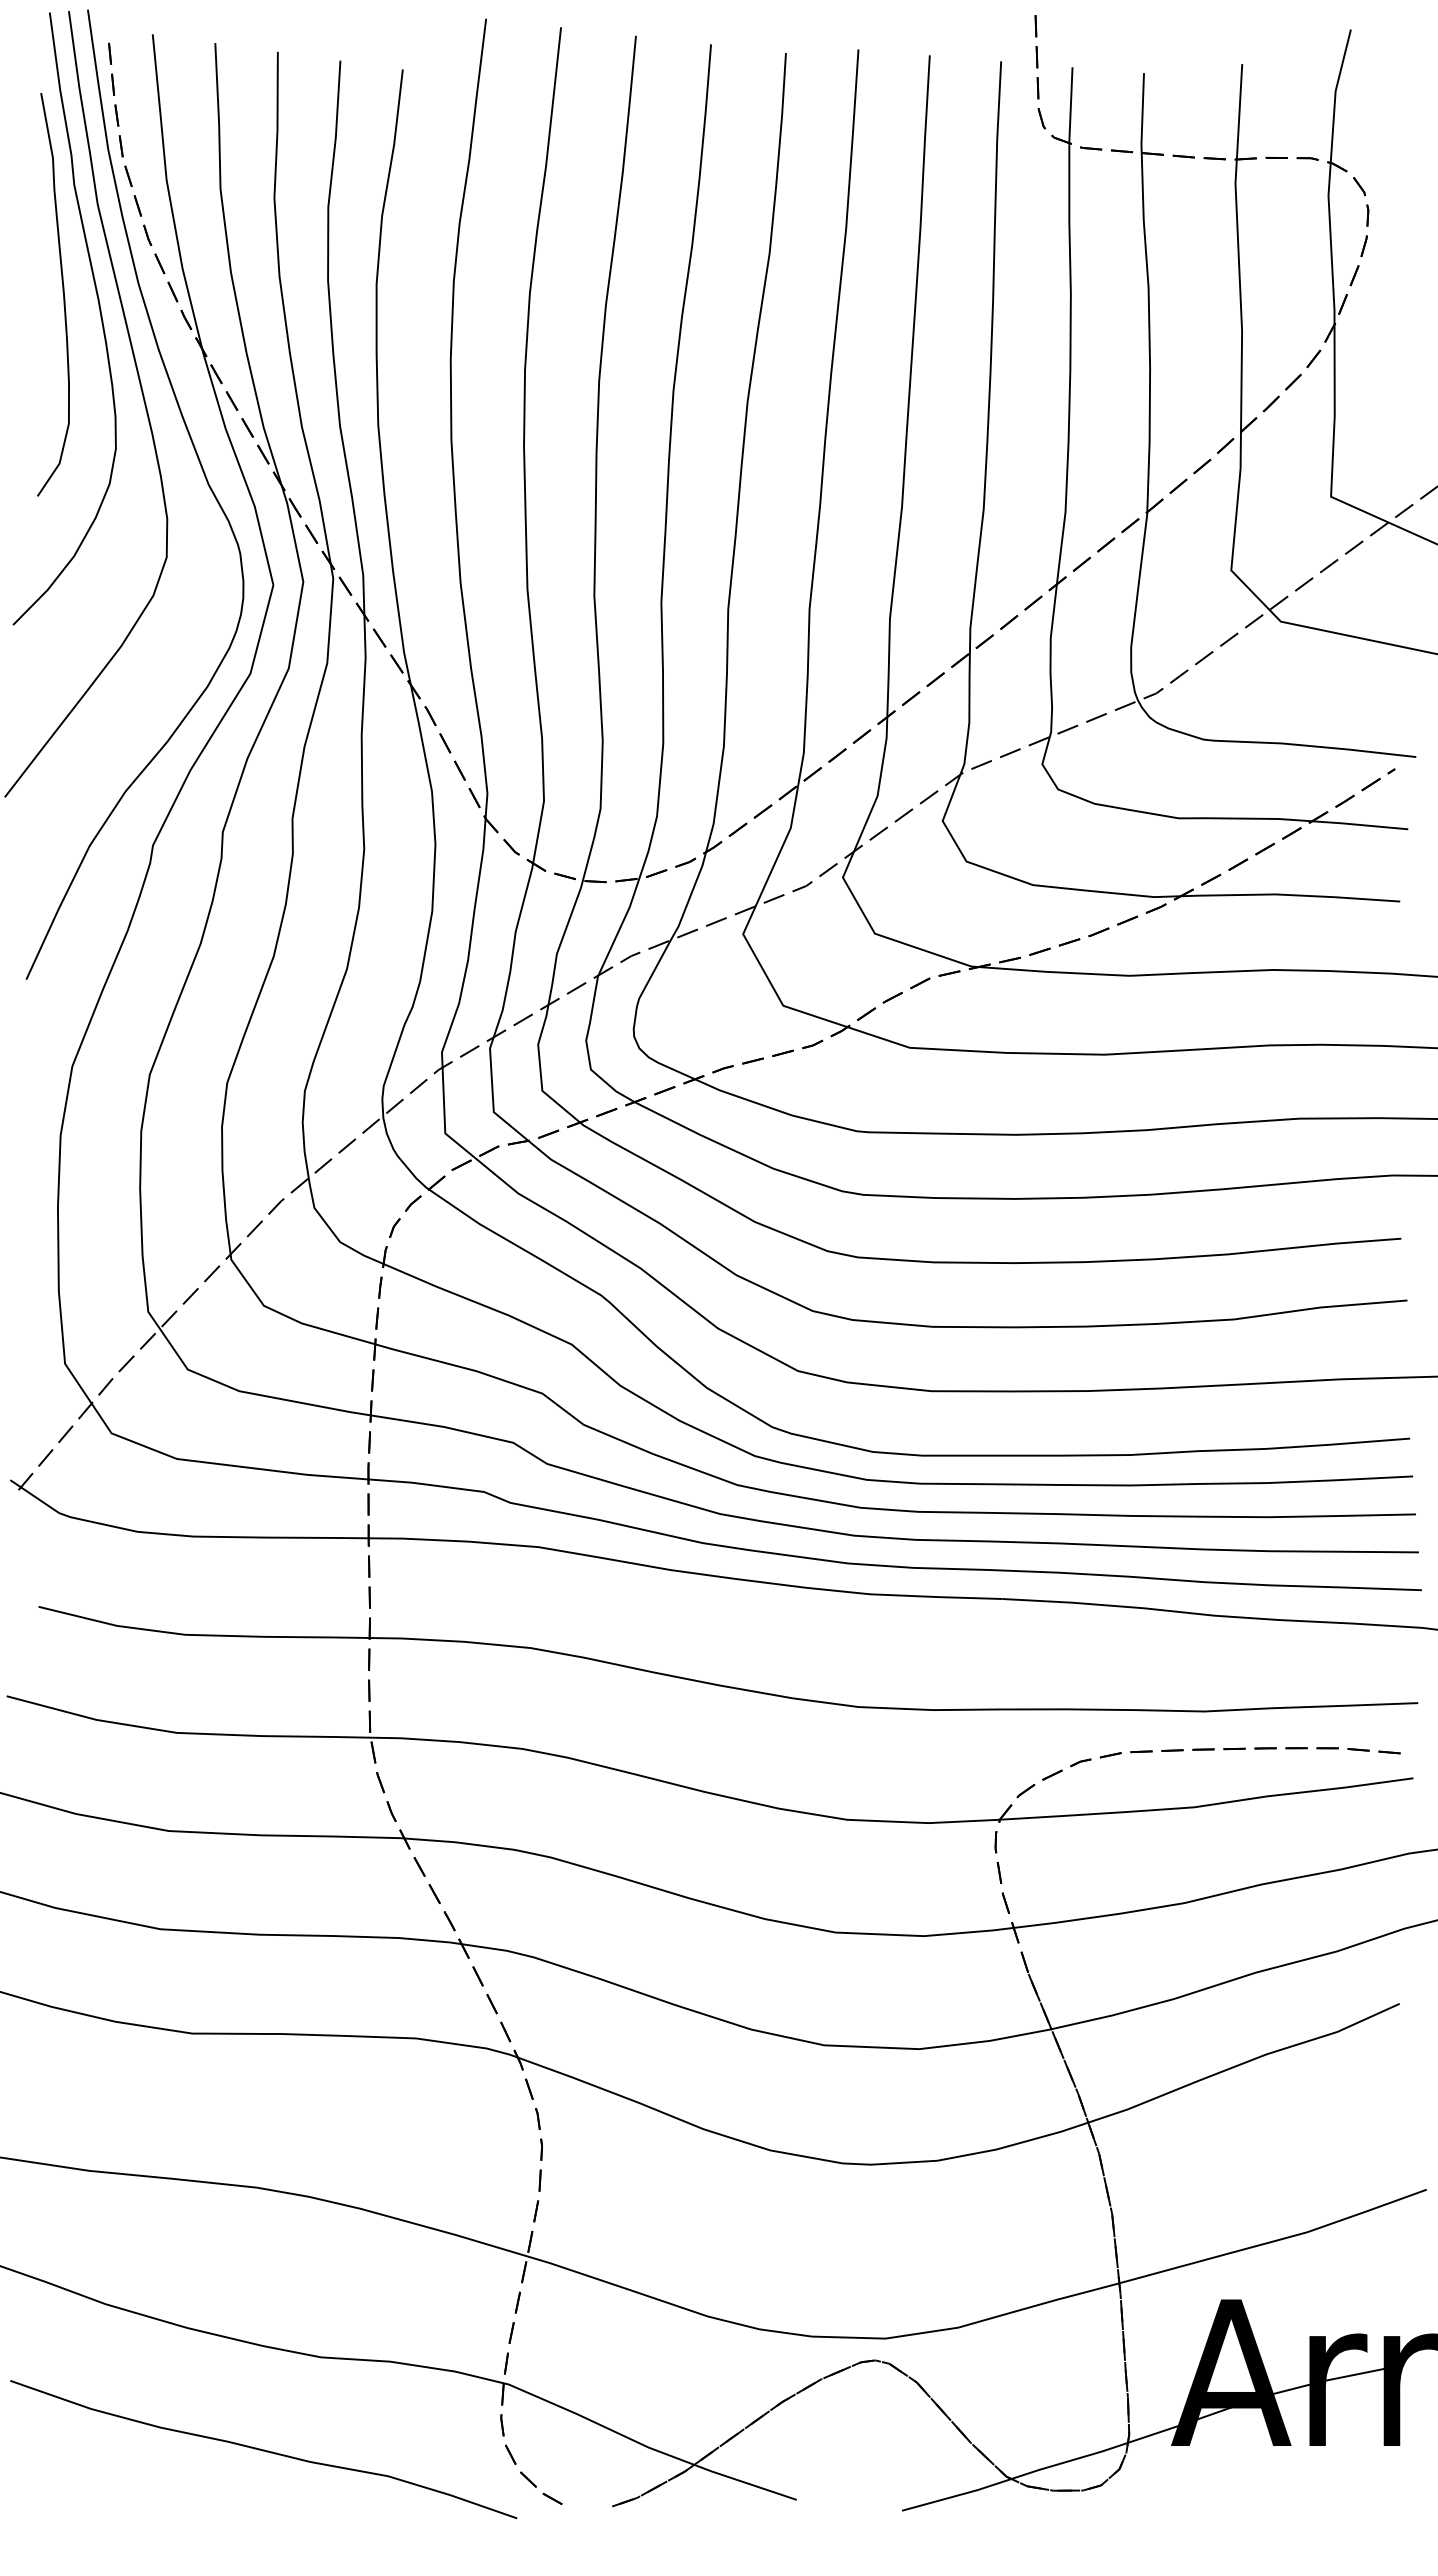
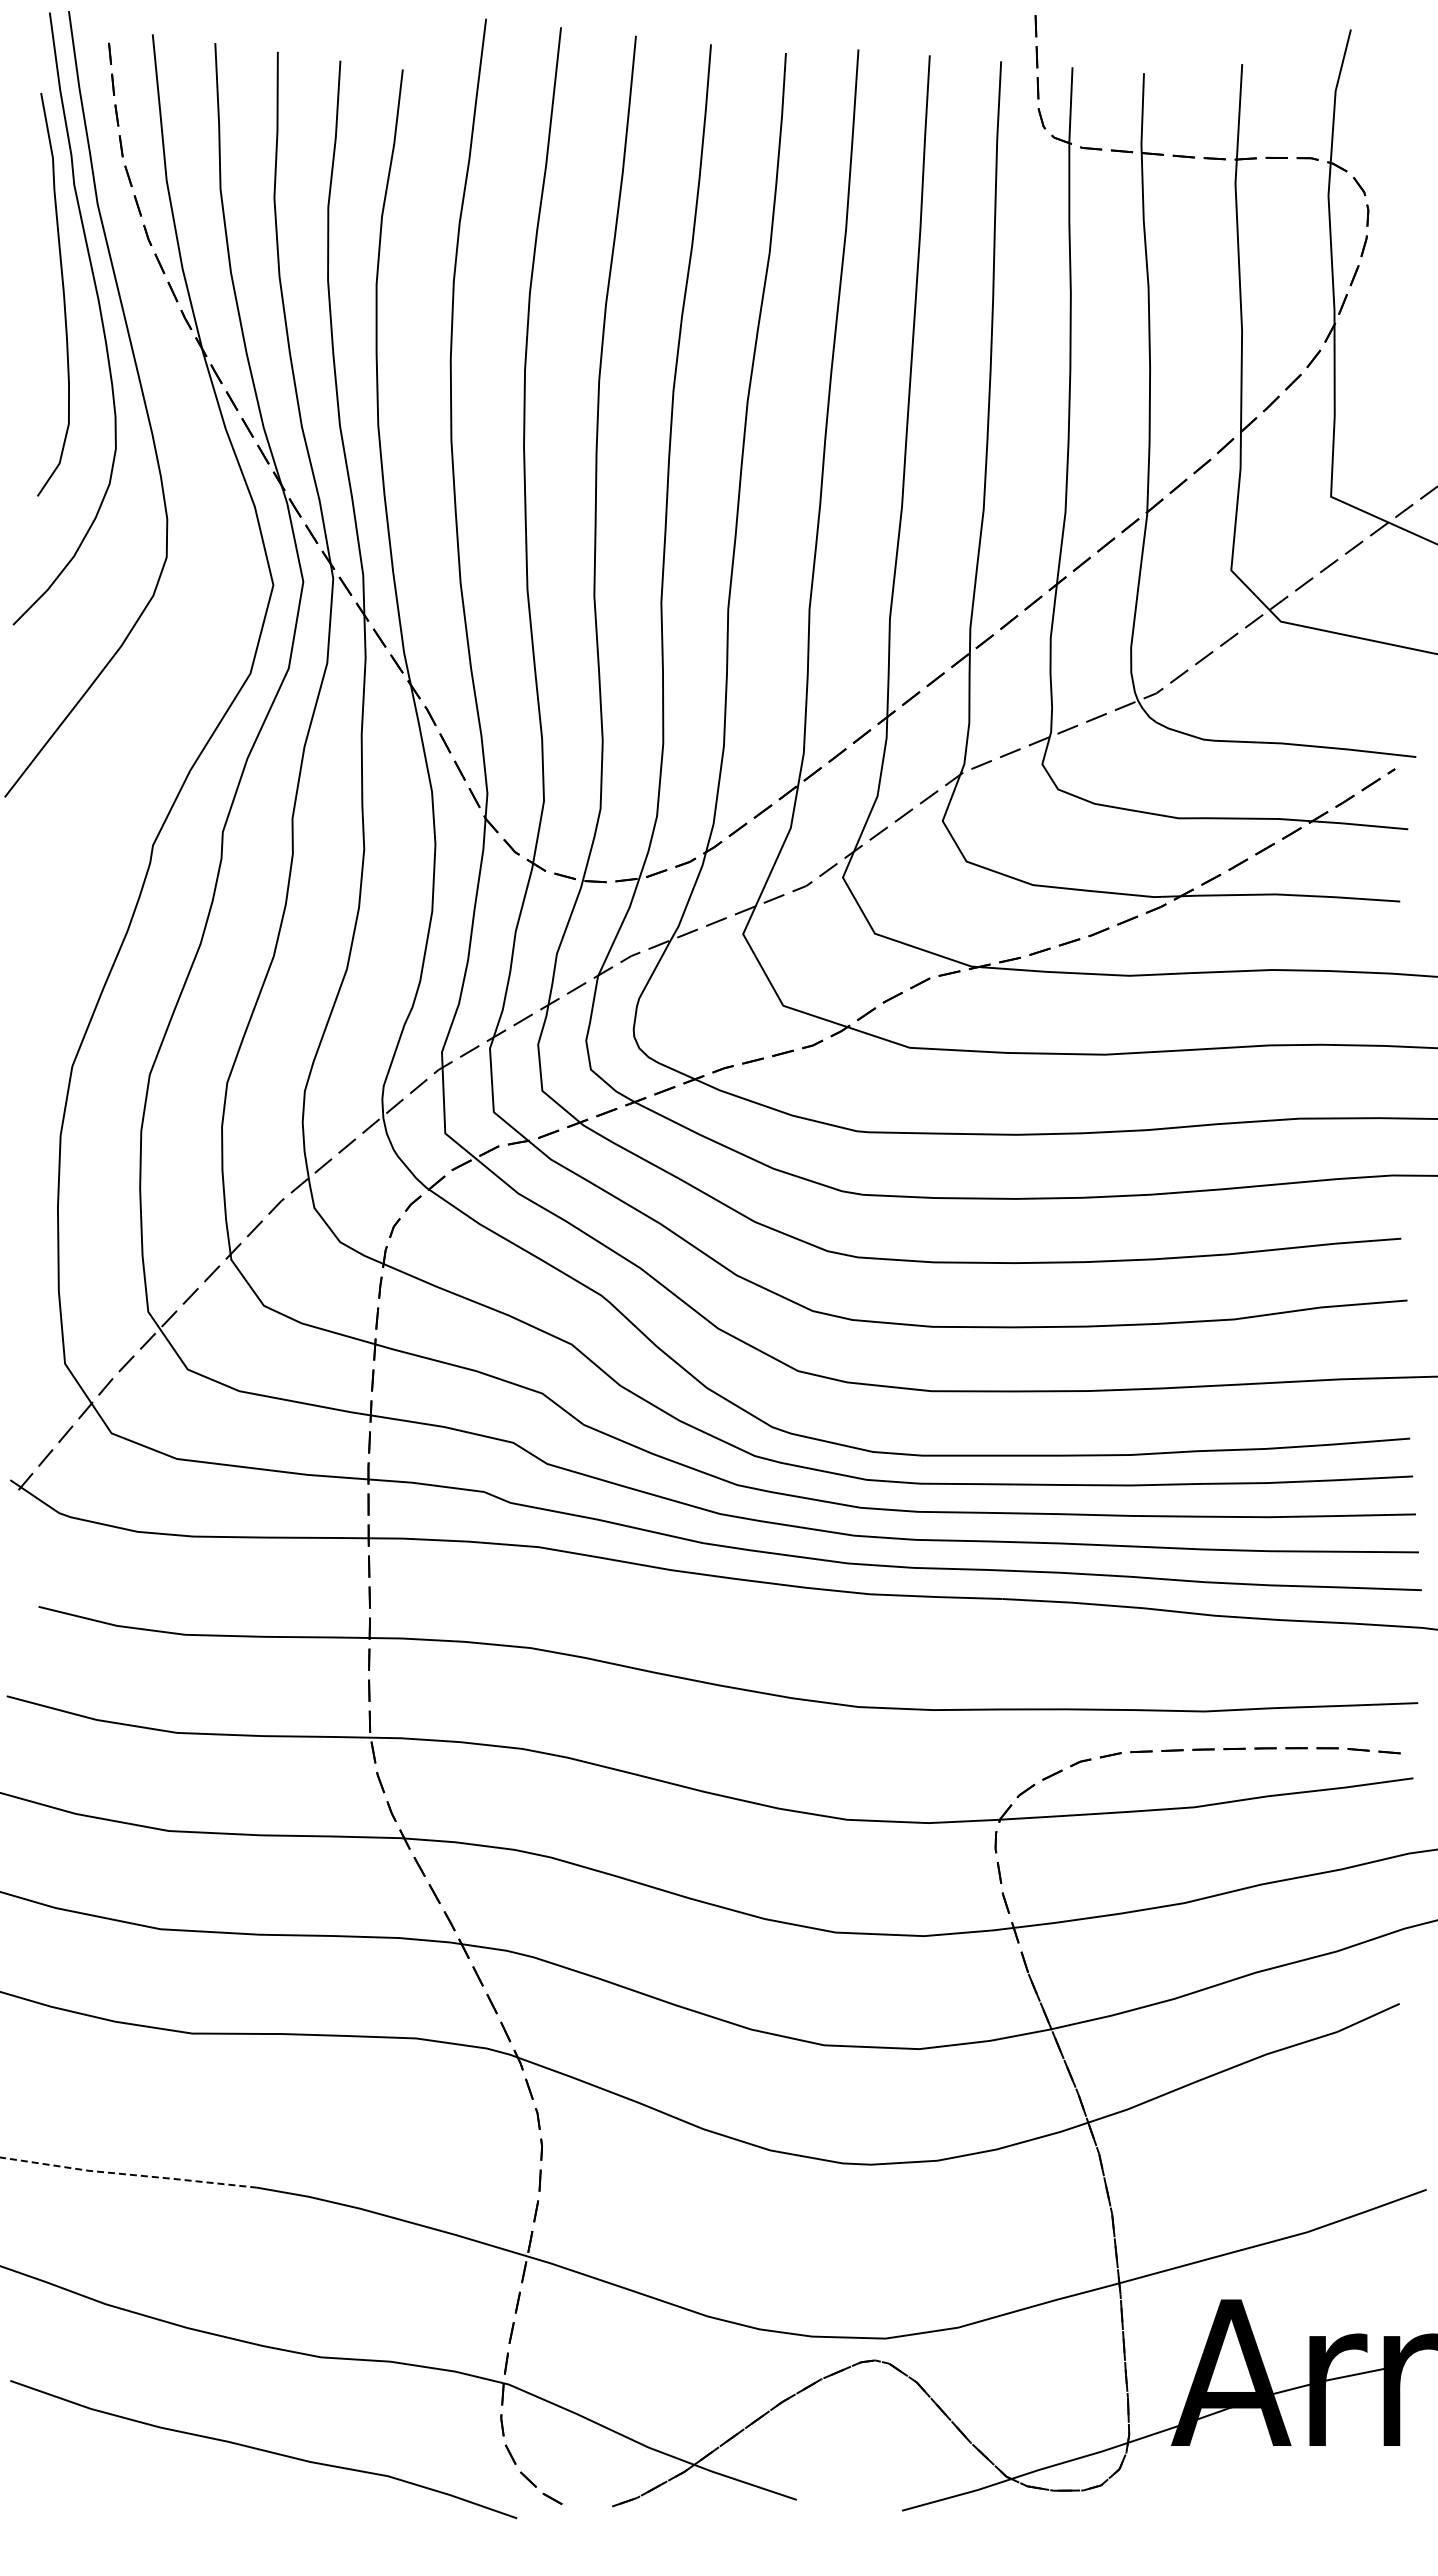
curve at (201, 469): present -> none
line at (128, 2174): solid -> dashed
